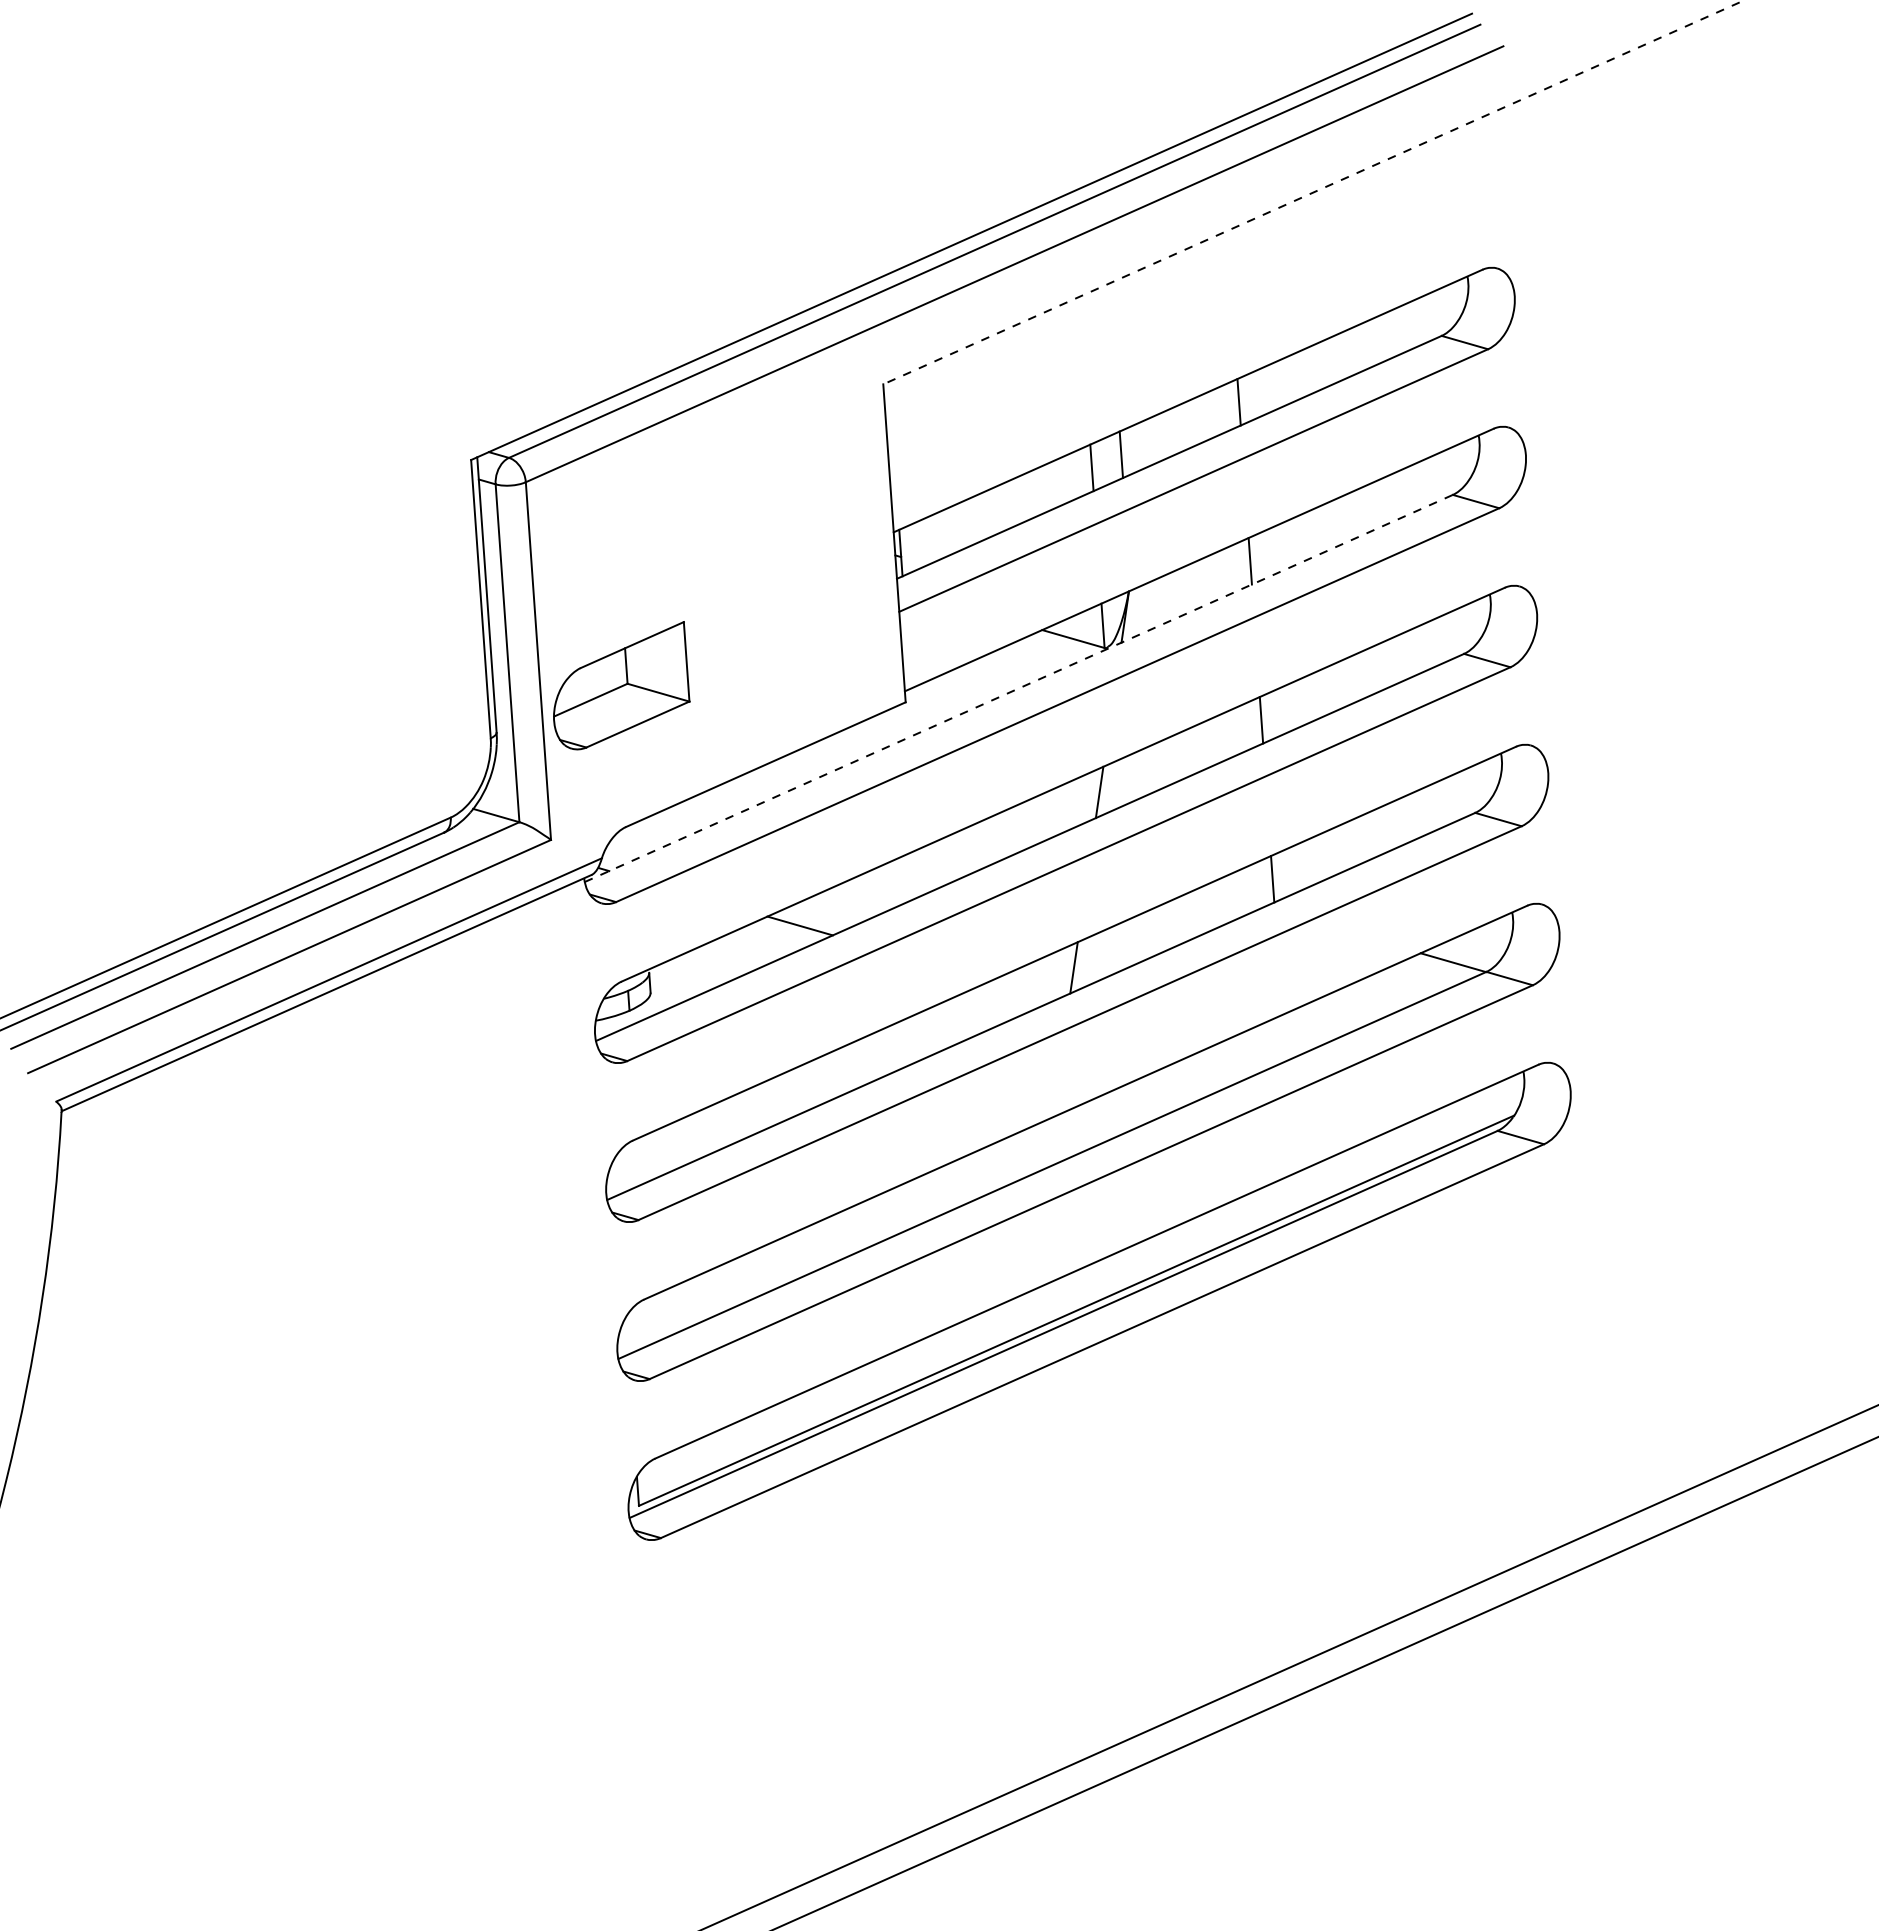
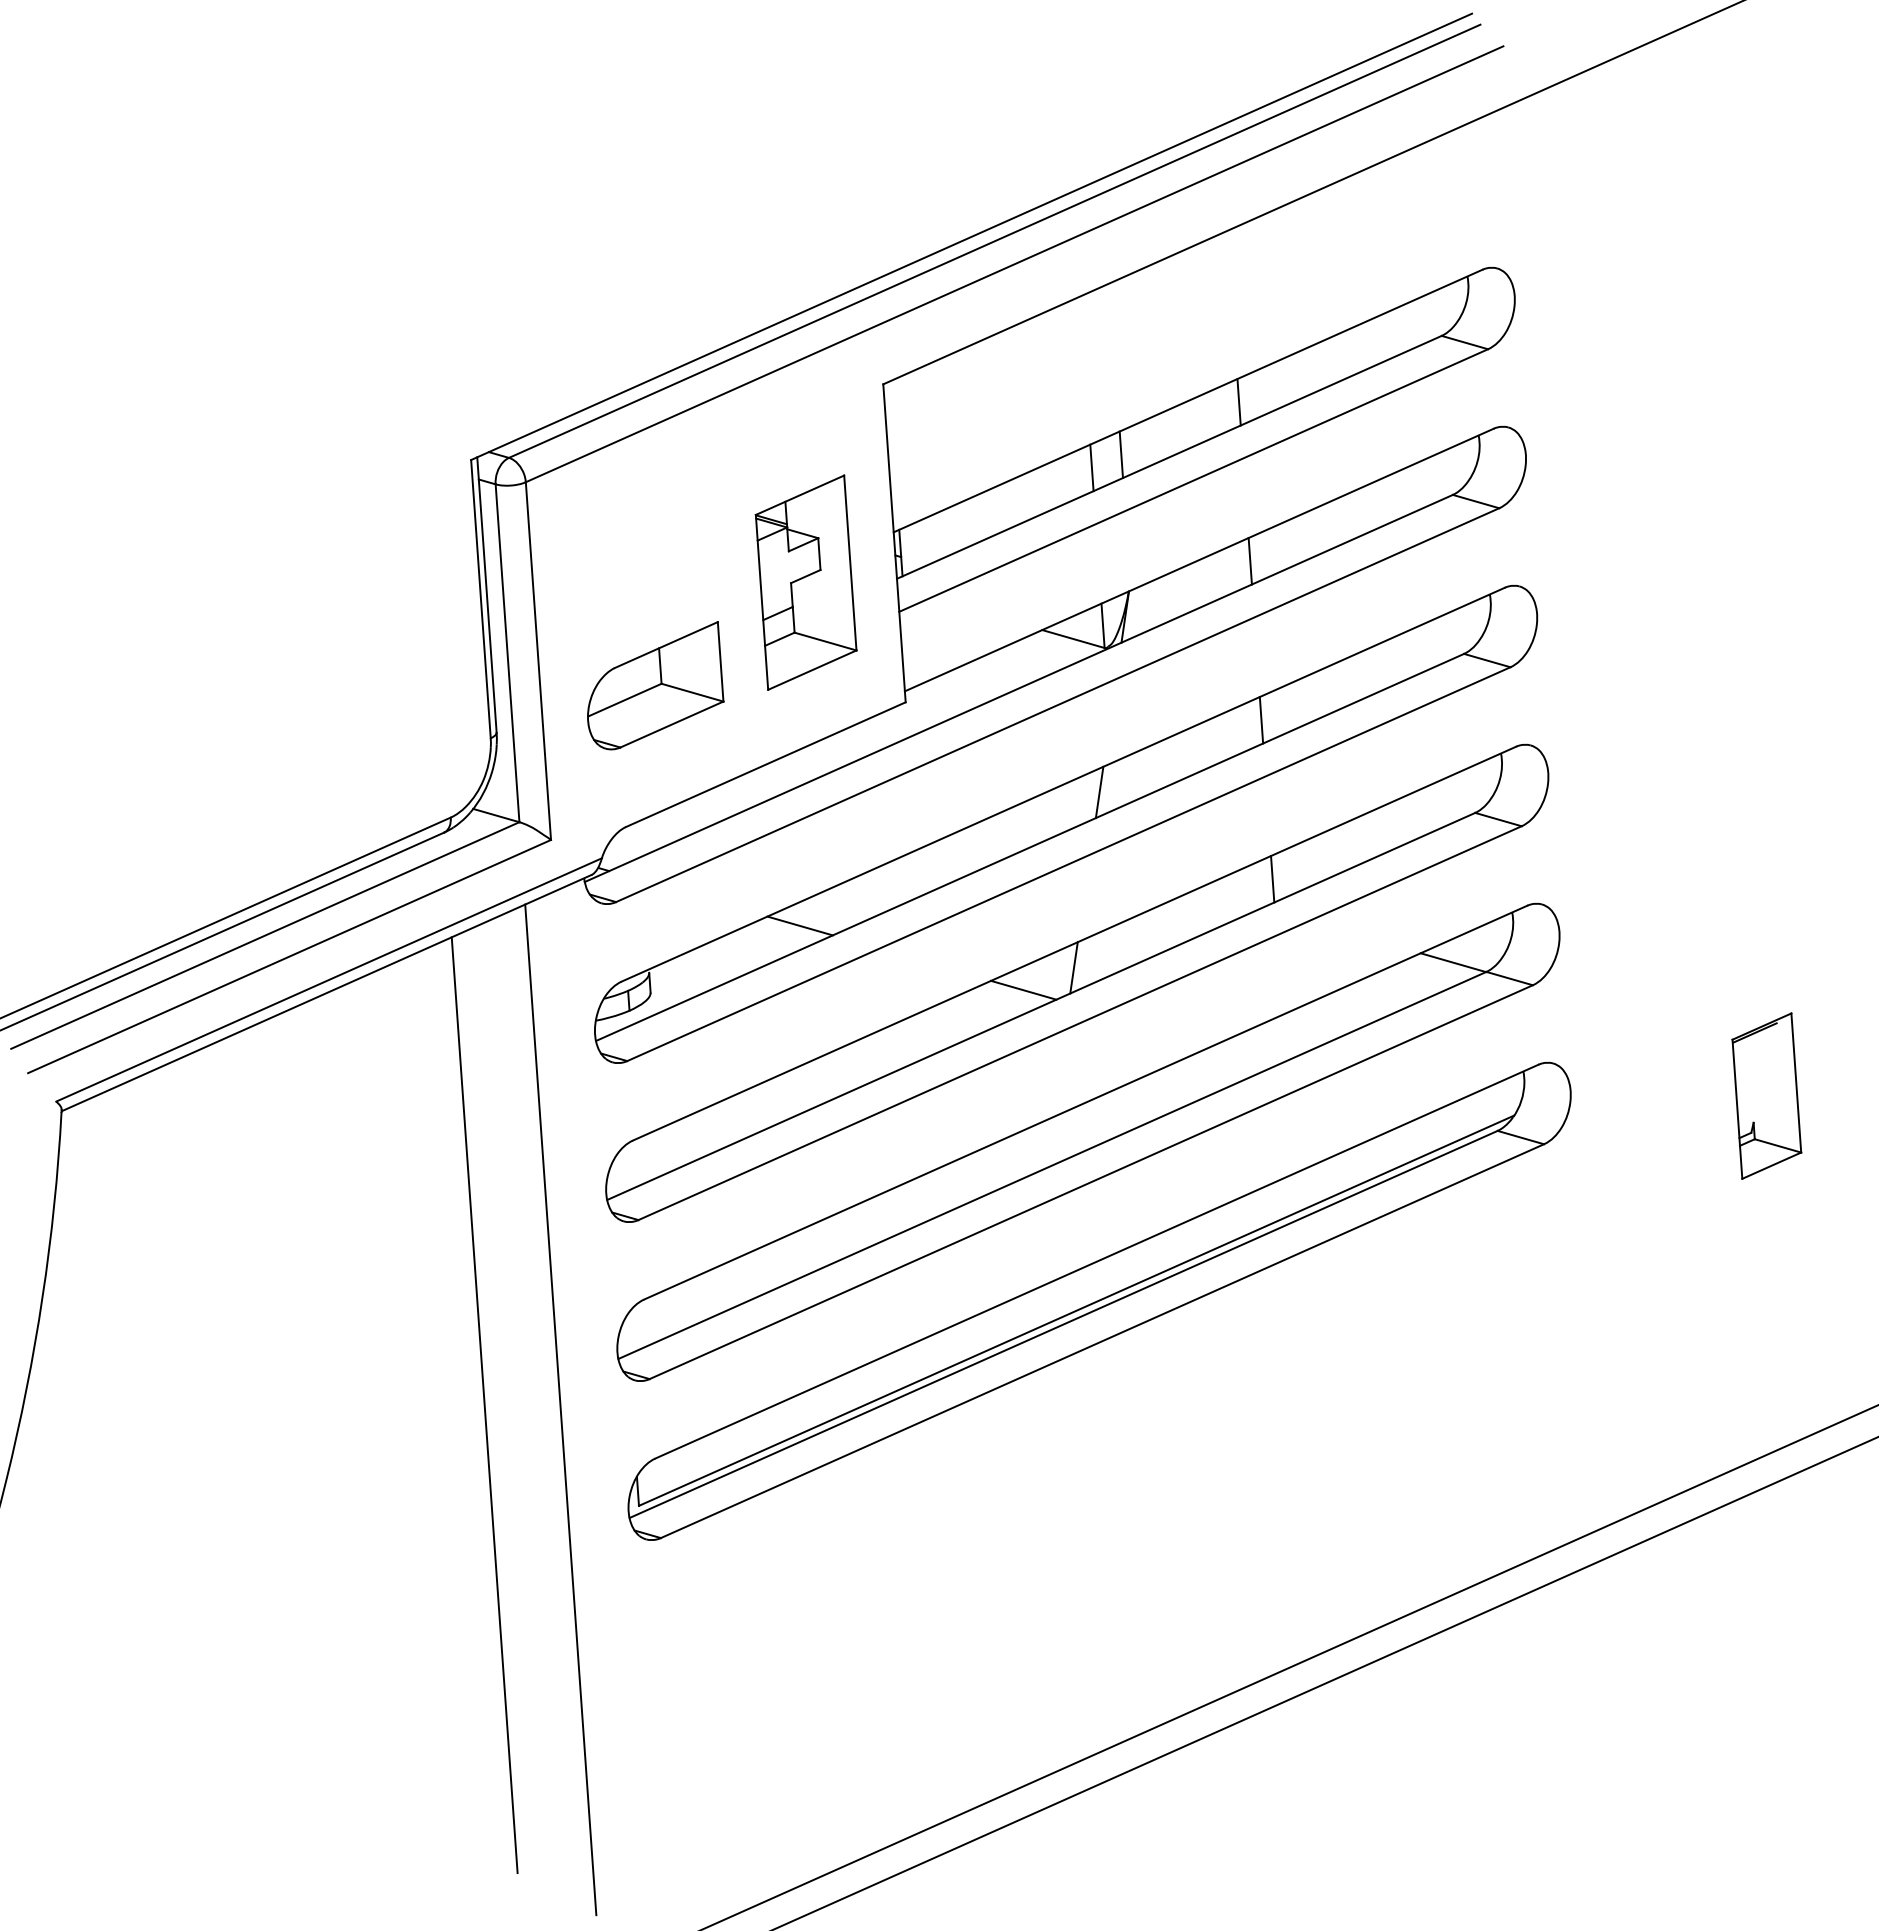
line at (1313, 192): dashed -> solid
part at (805, 582): none -> present
part at (621, 685) position: (621, 685) -> (655, 685)
line at (1019, 688): dashed -> solid
line at (1023, 989): none -> present
part at (1766, 1095): none -> present
line at (484, 1405): none -> present
line at (560, 1409): none -> present
